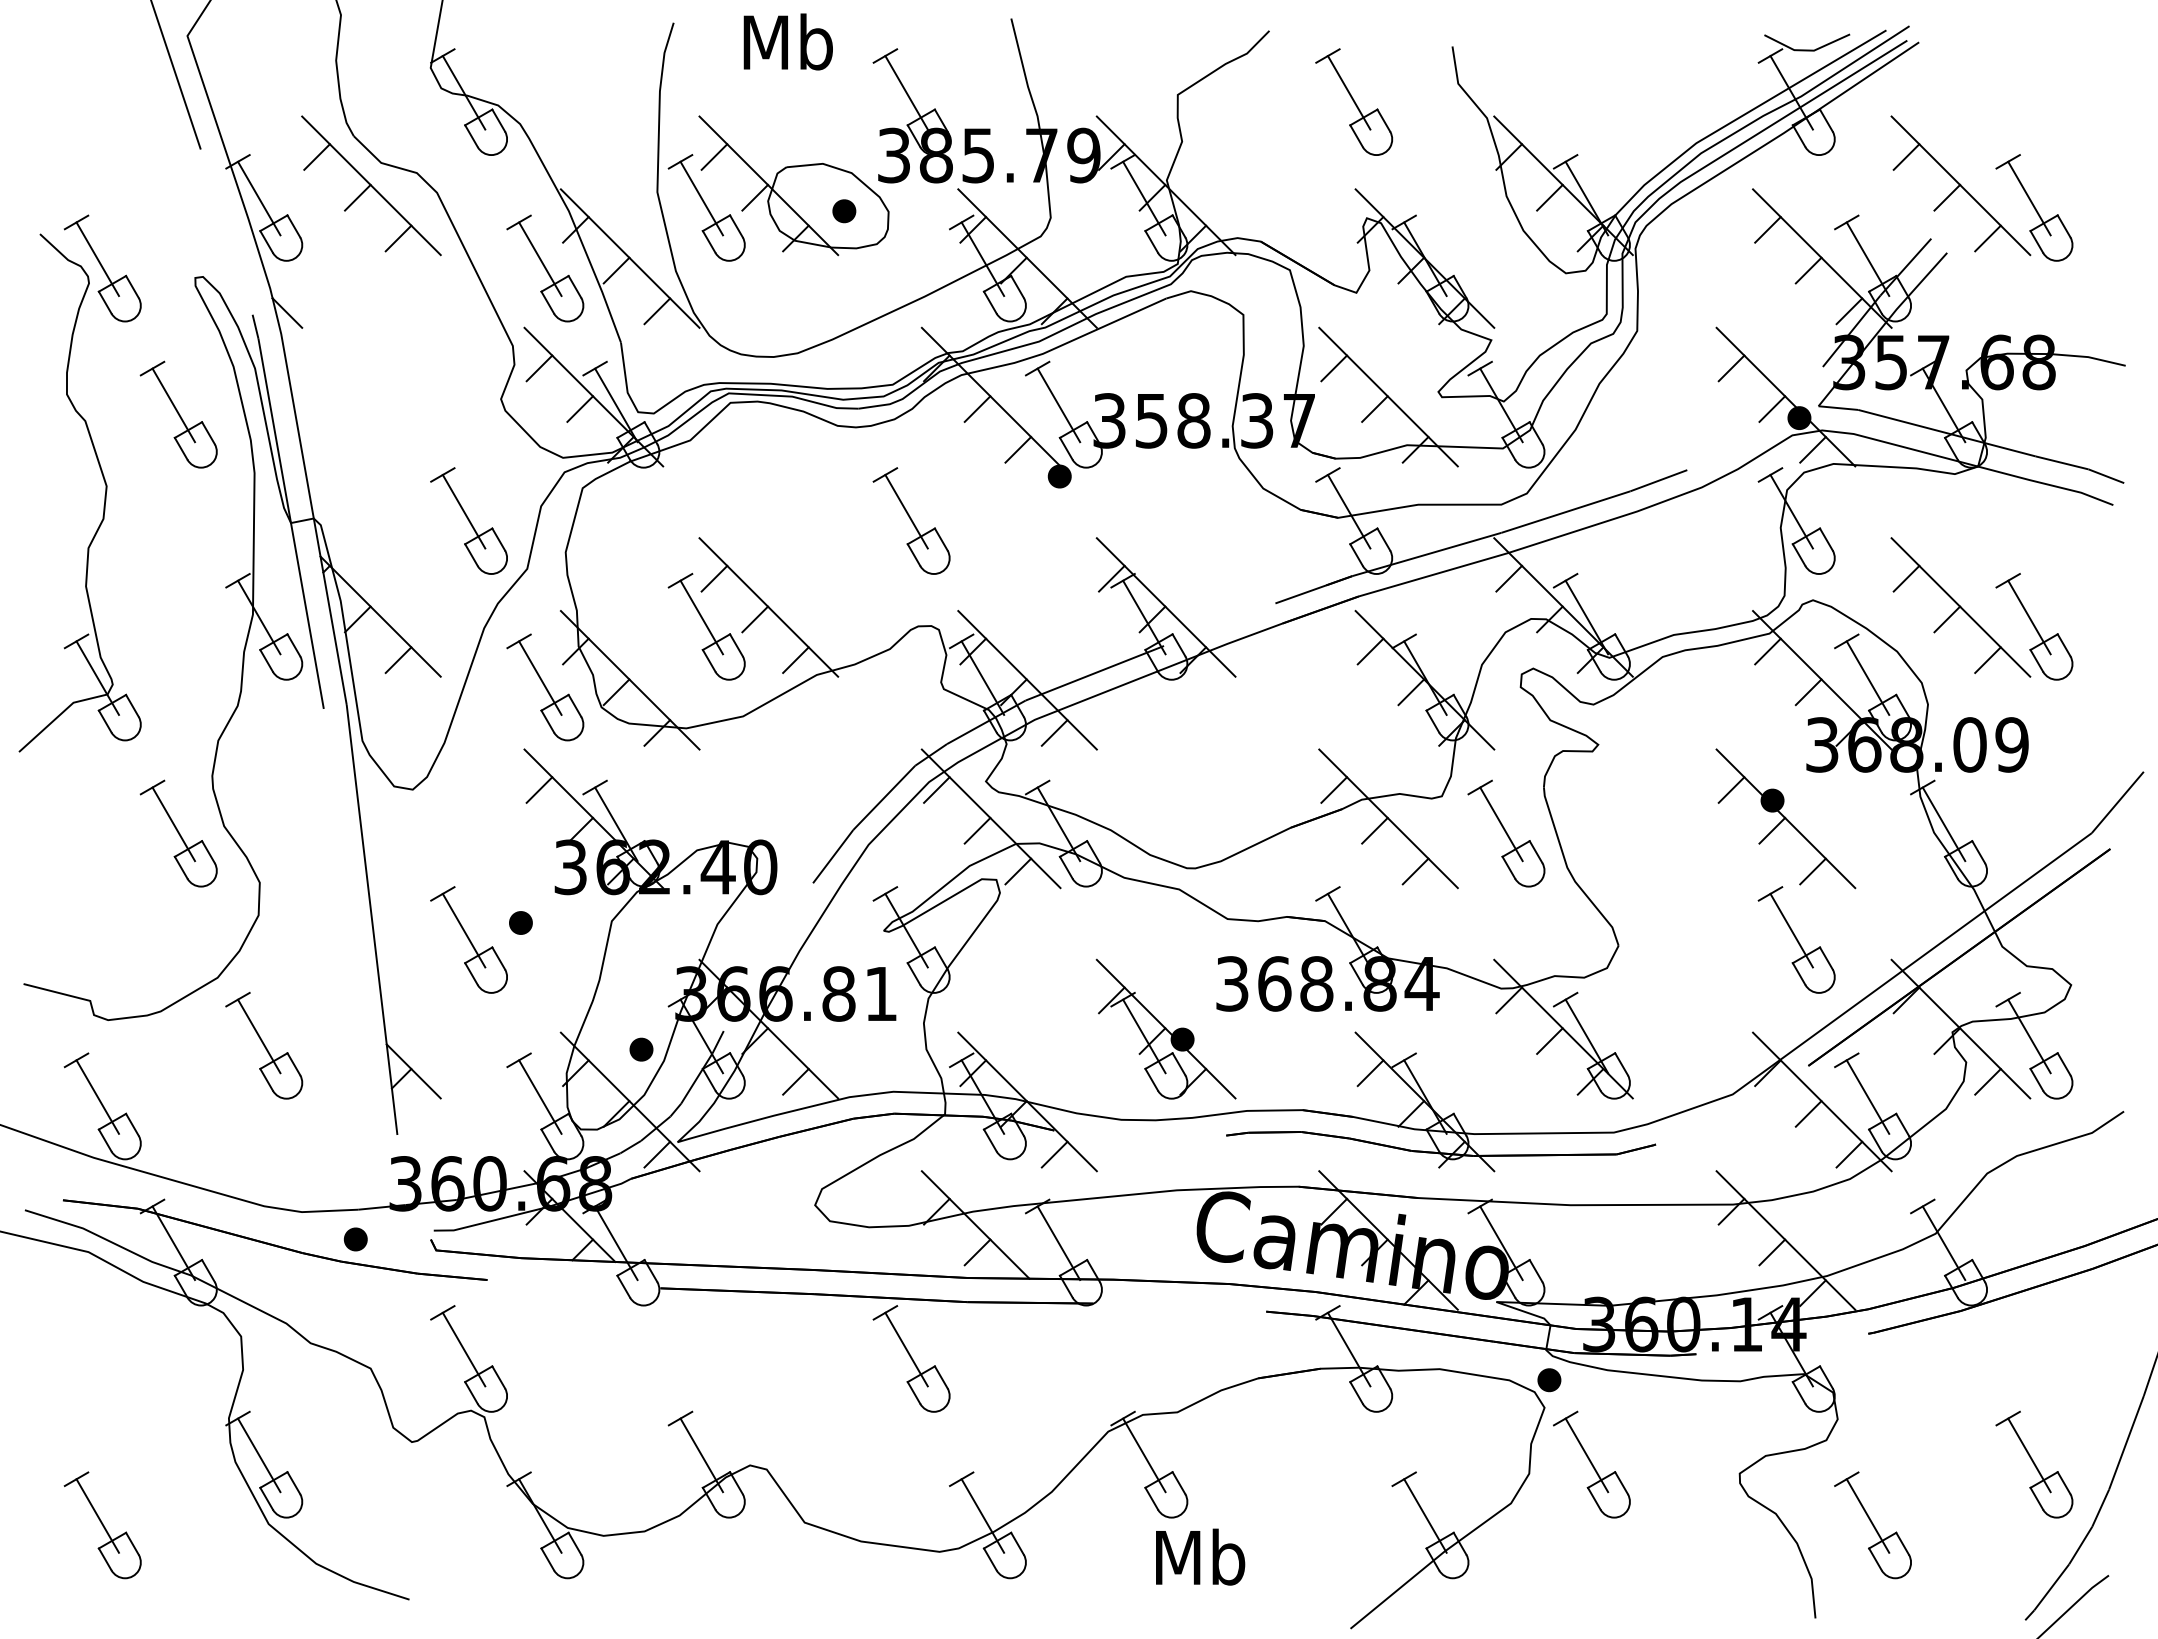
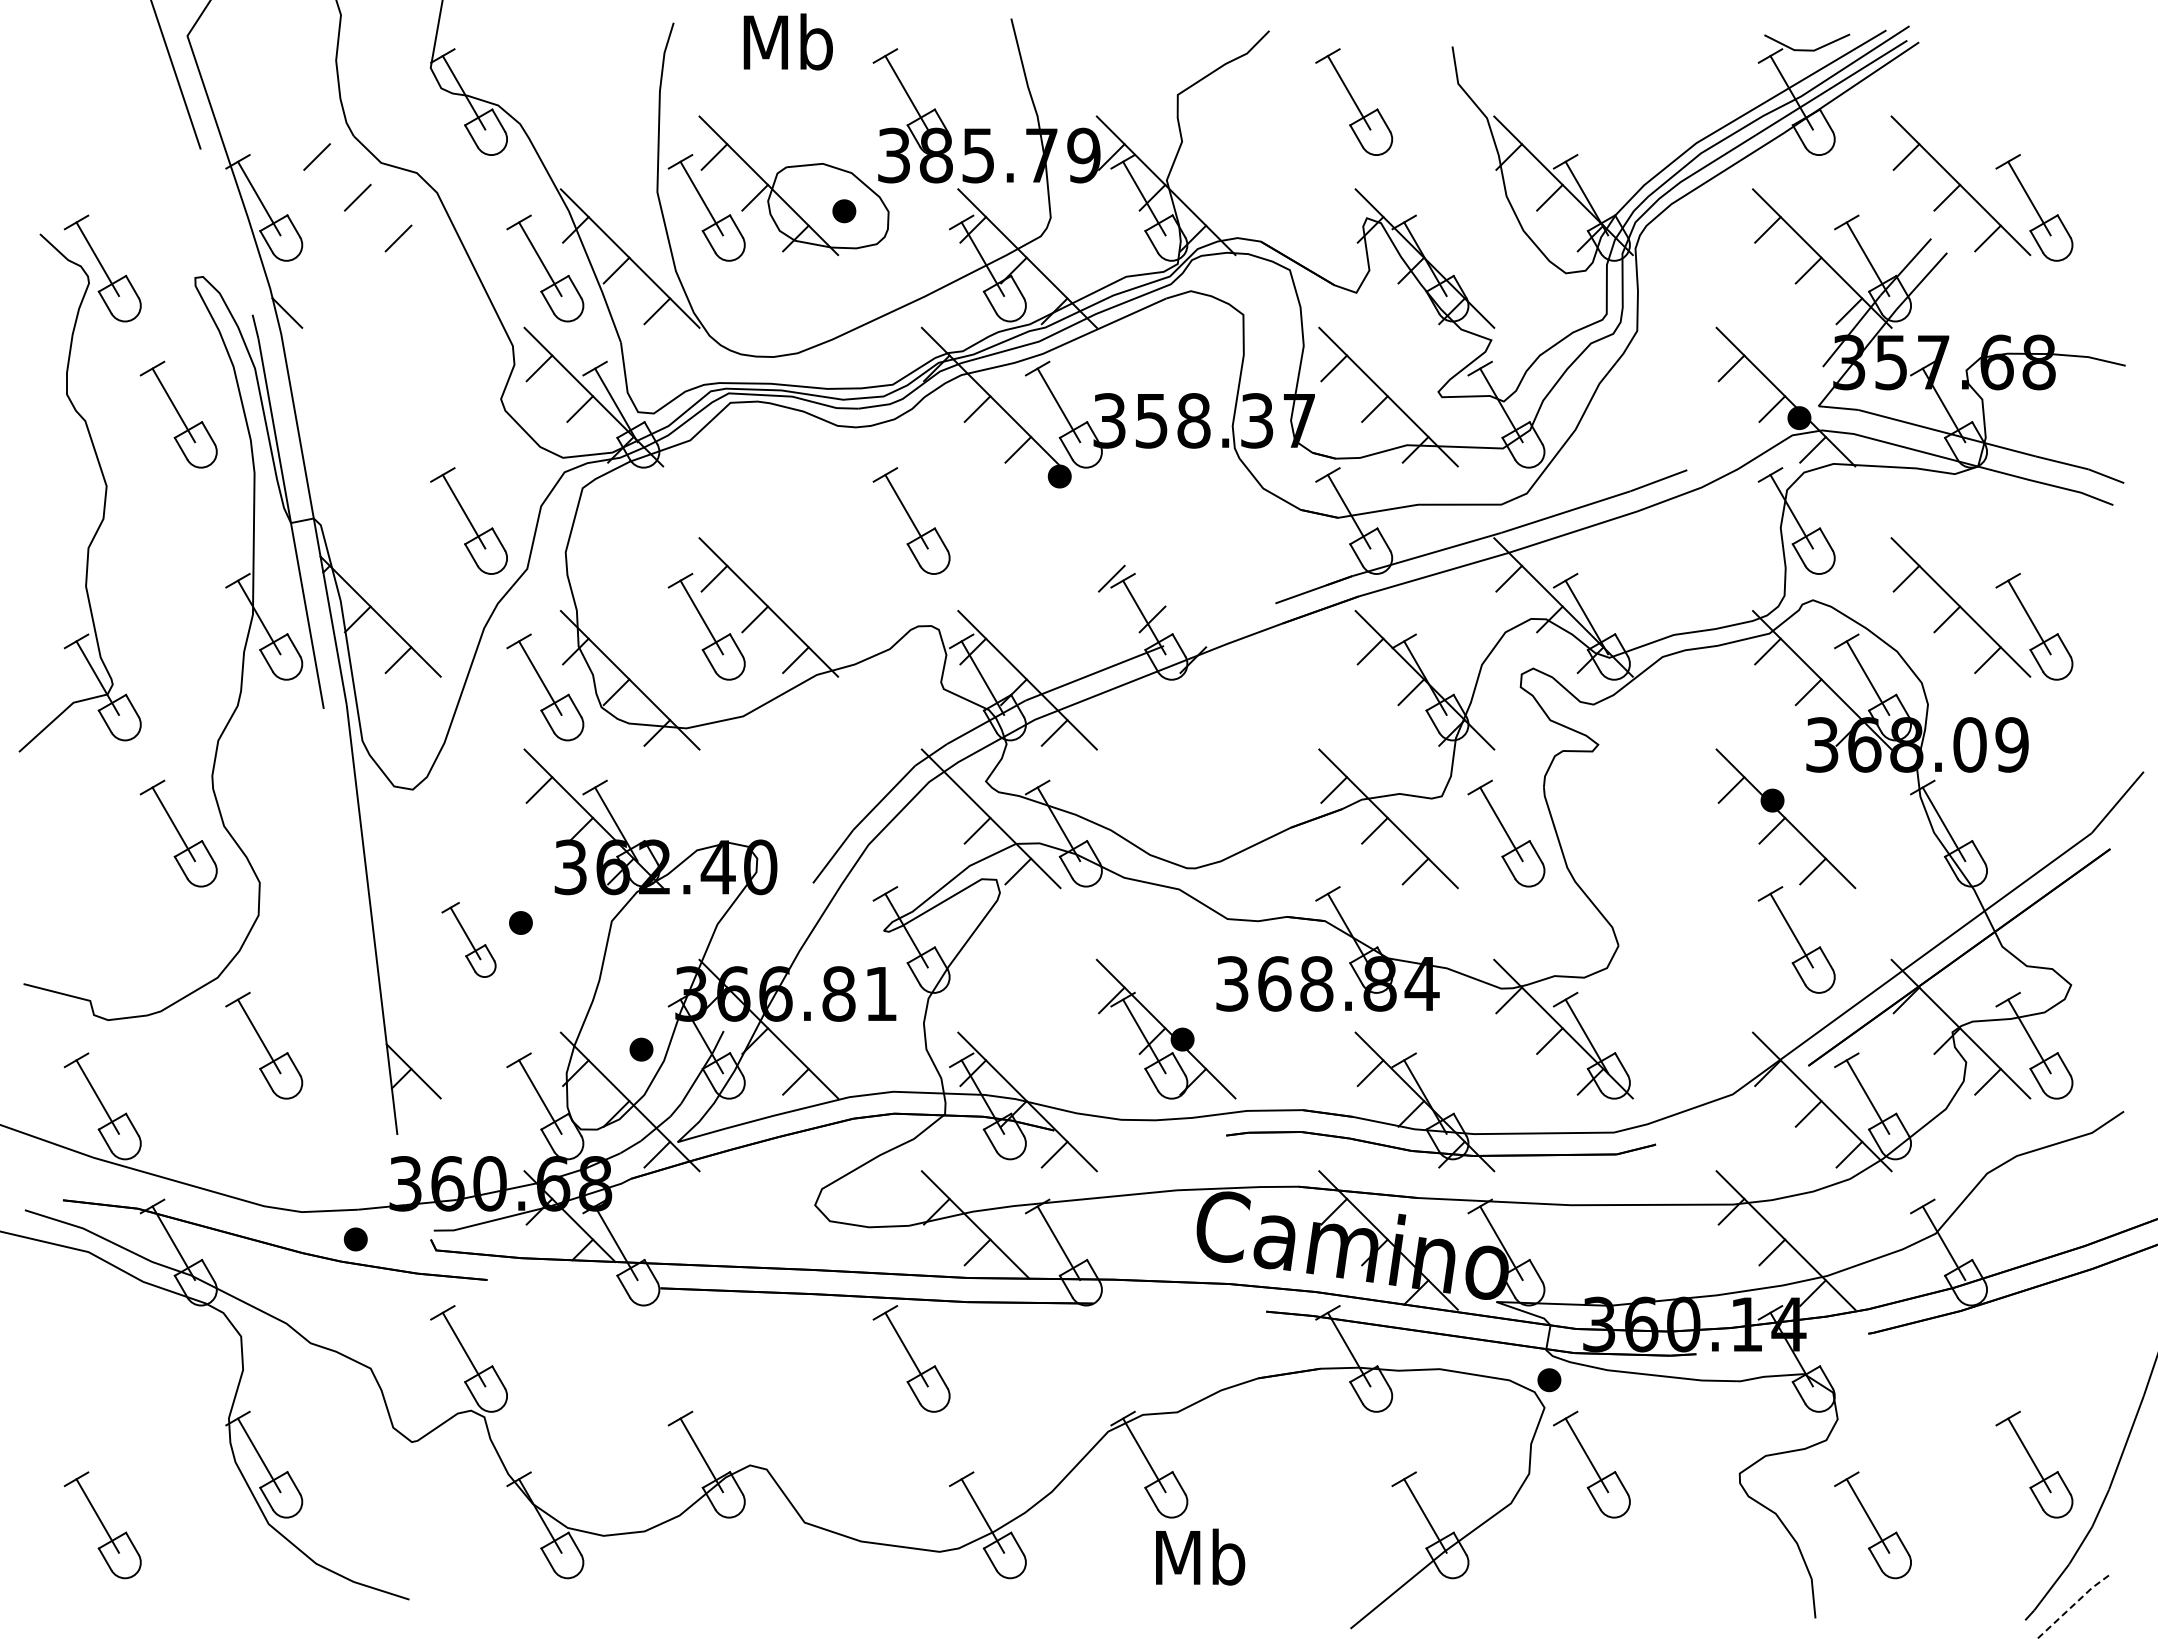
line at (371, 185): present -> none
line at (1165, 607): present -> none
line at (936, 789): present -> none
part at (468, 939) size: 78x108 px -> 56x76 px
line at (2072, 1606): solid -> dashed
